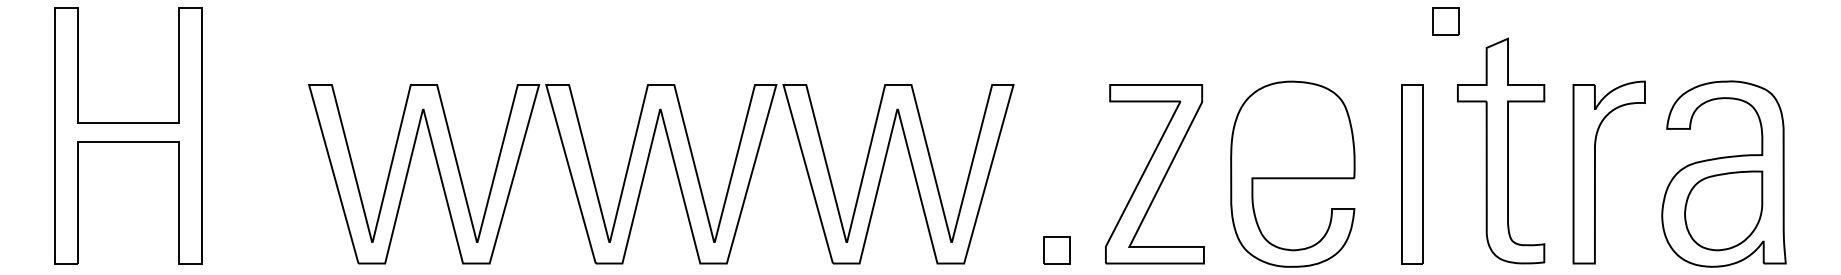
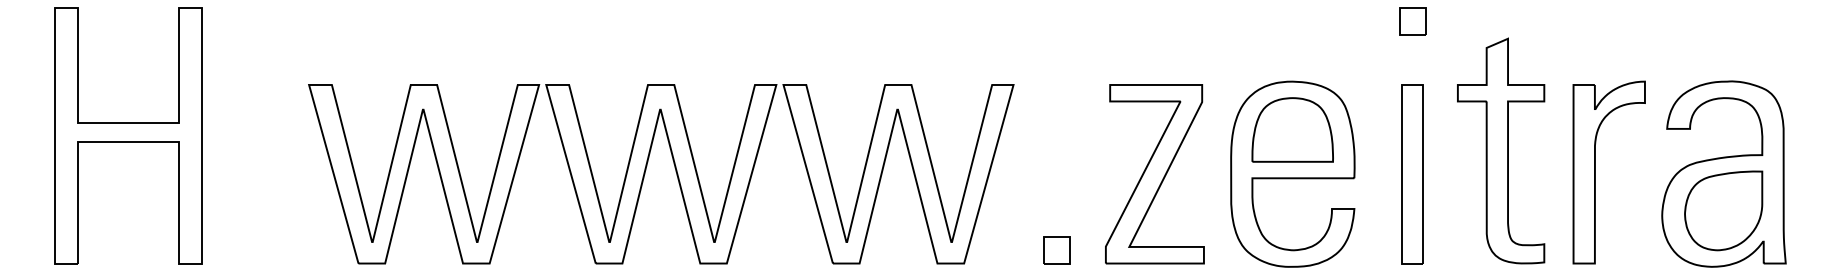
part at (1445, 21) position: (1445, 21) -> (1412, 21)
part at (1292, 129): none -> present
